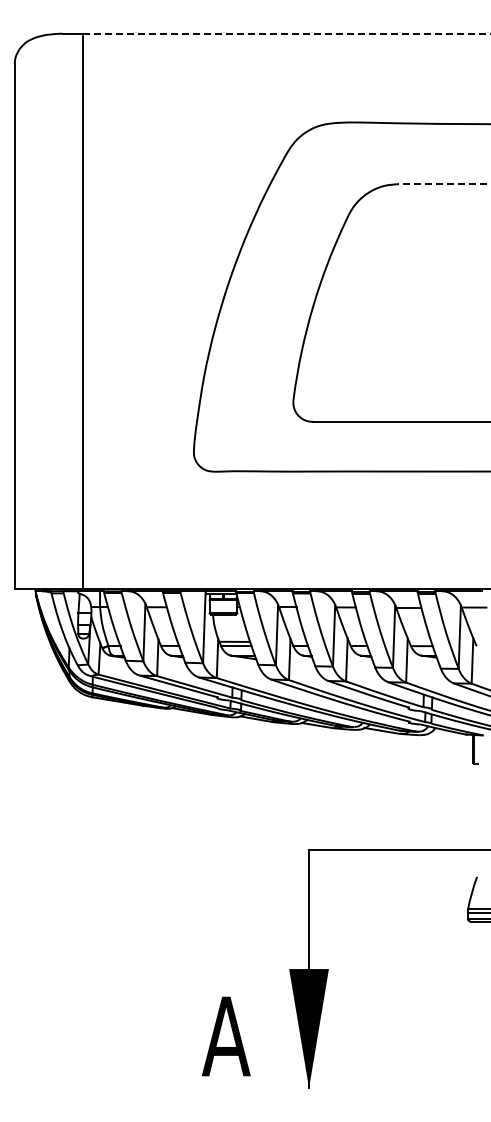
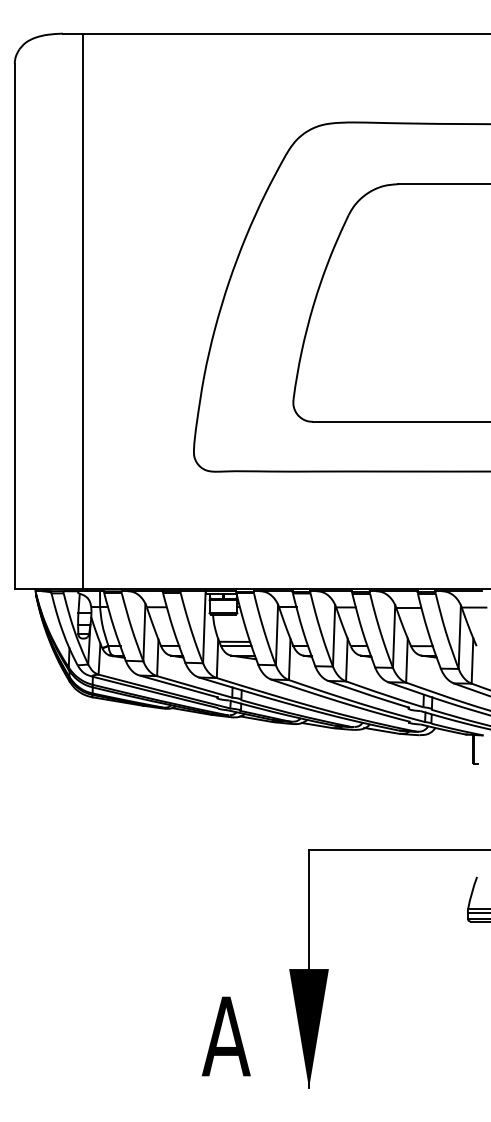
line at (287, 33): dashed -> solid
line at (444, 184): dashed -> solid
